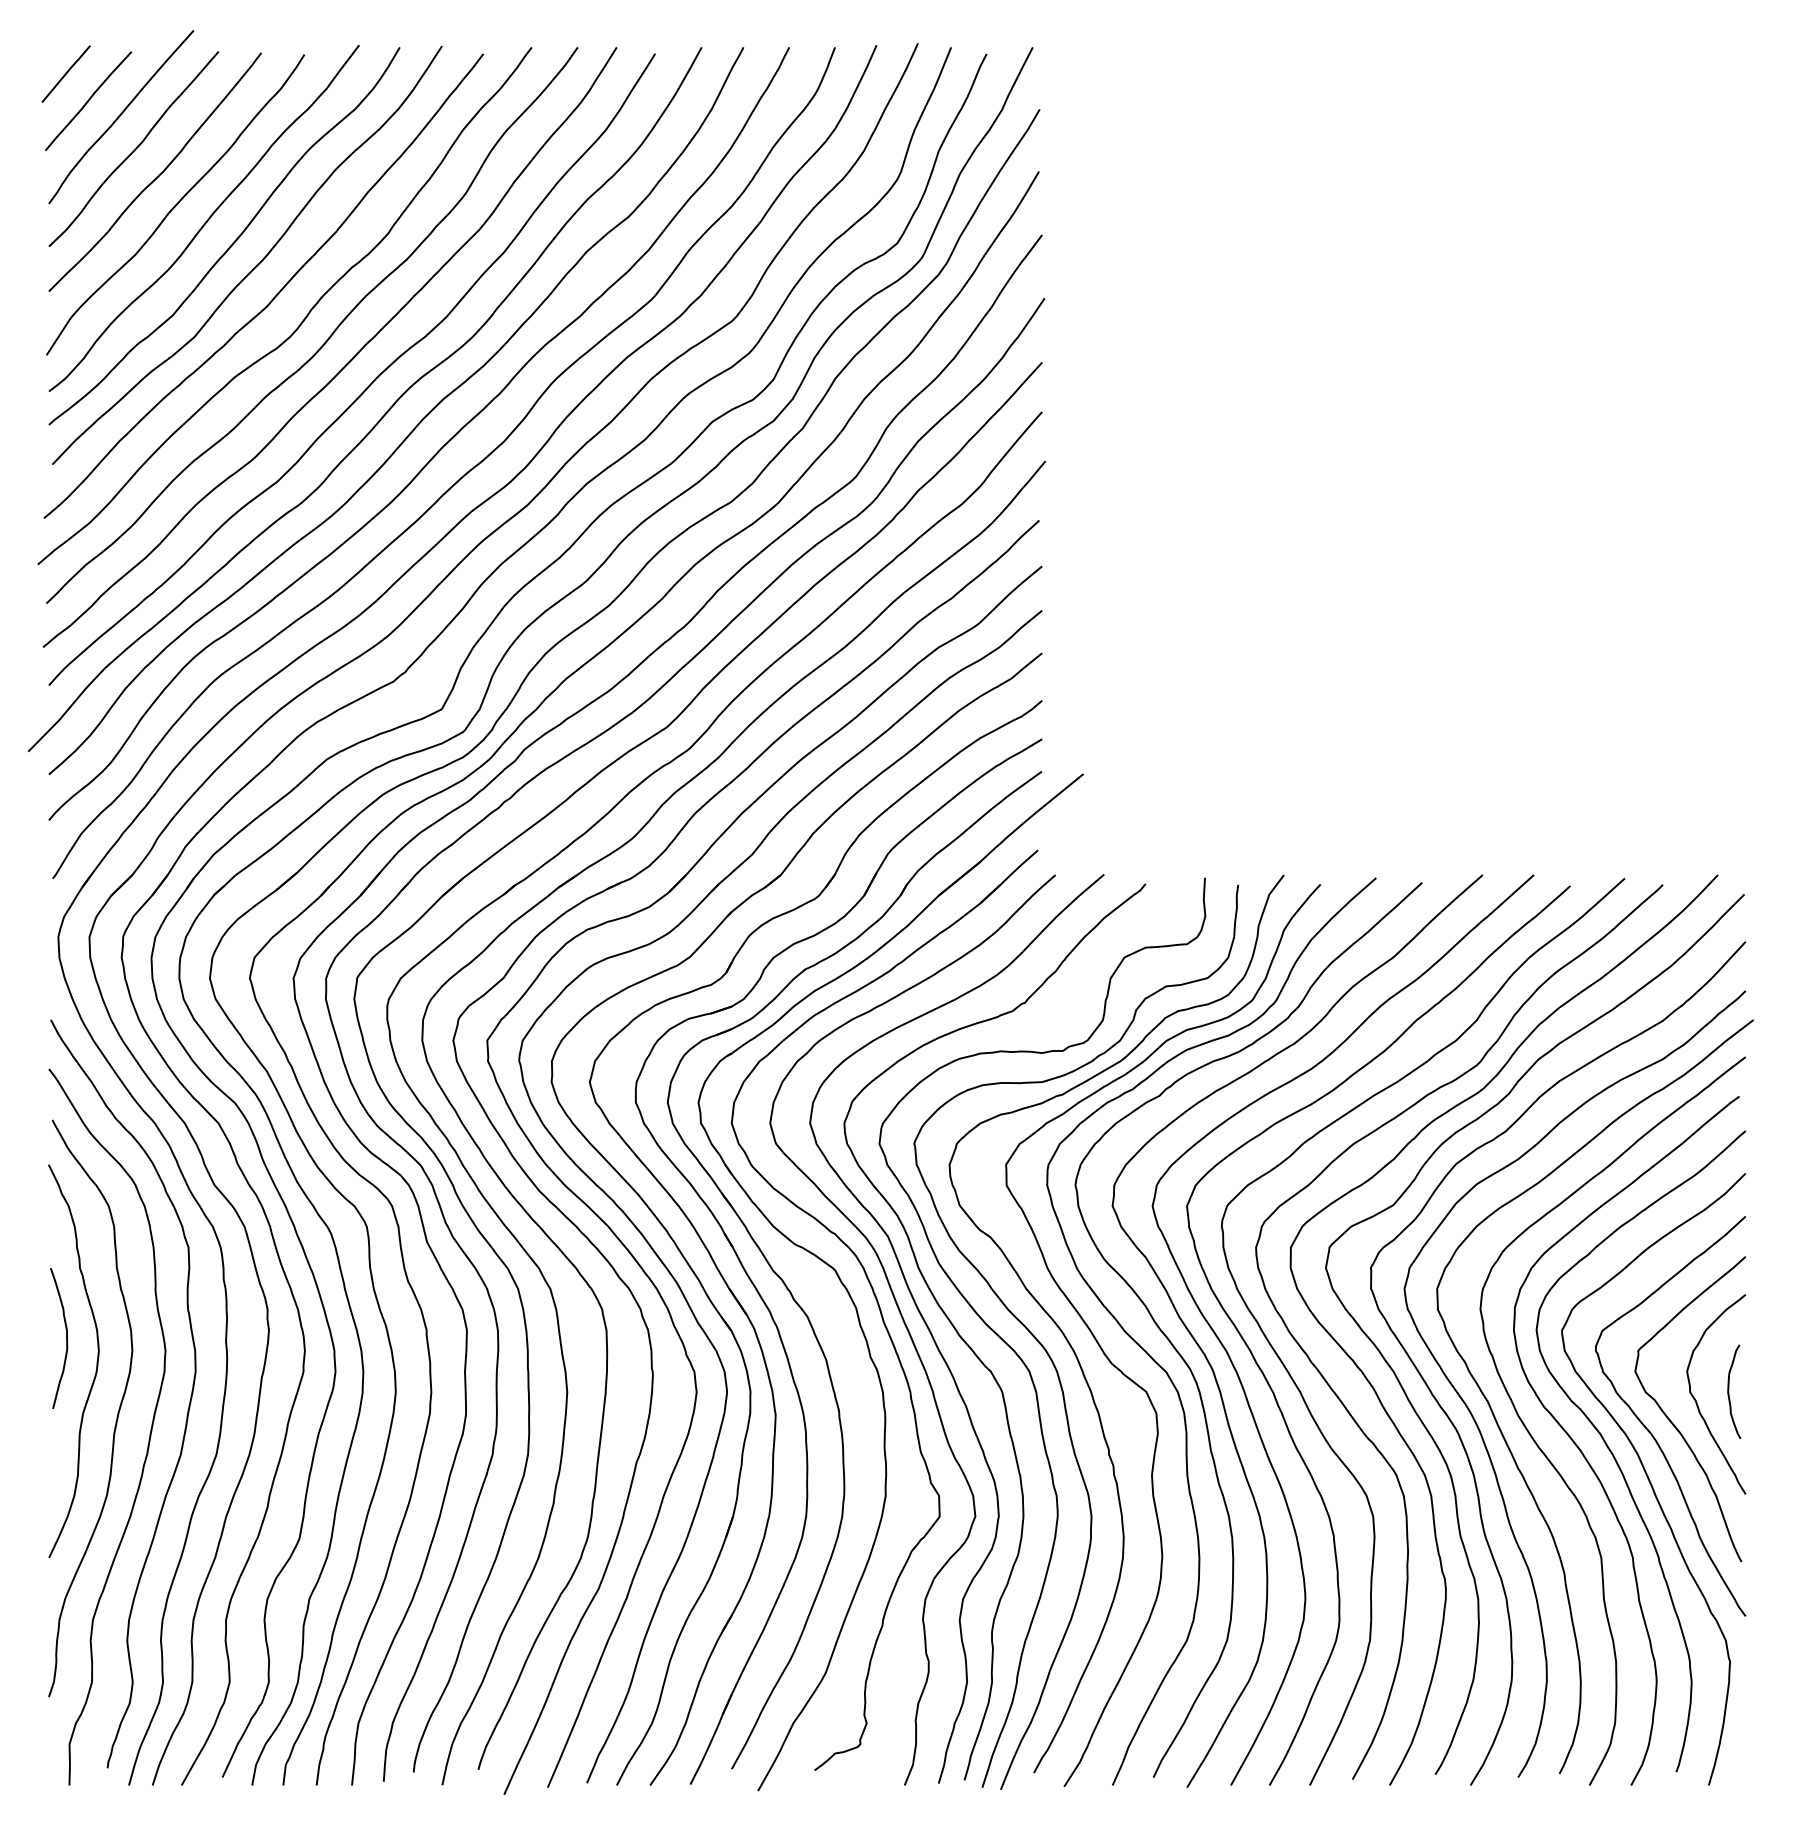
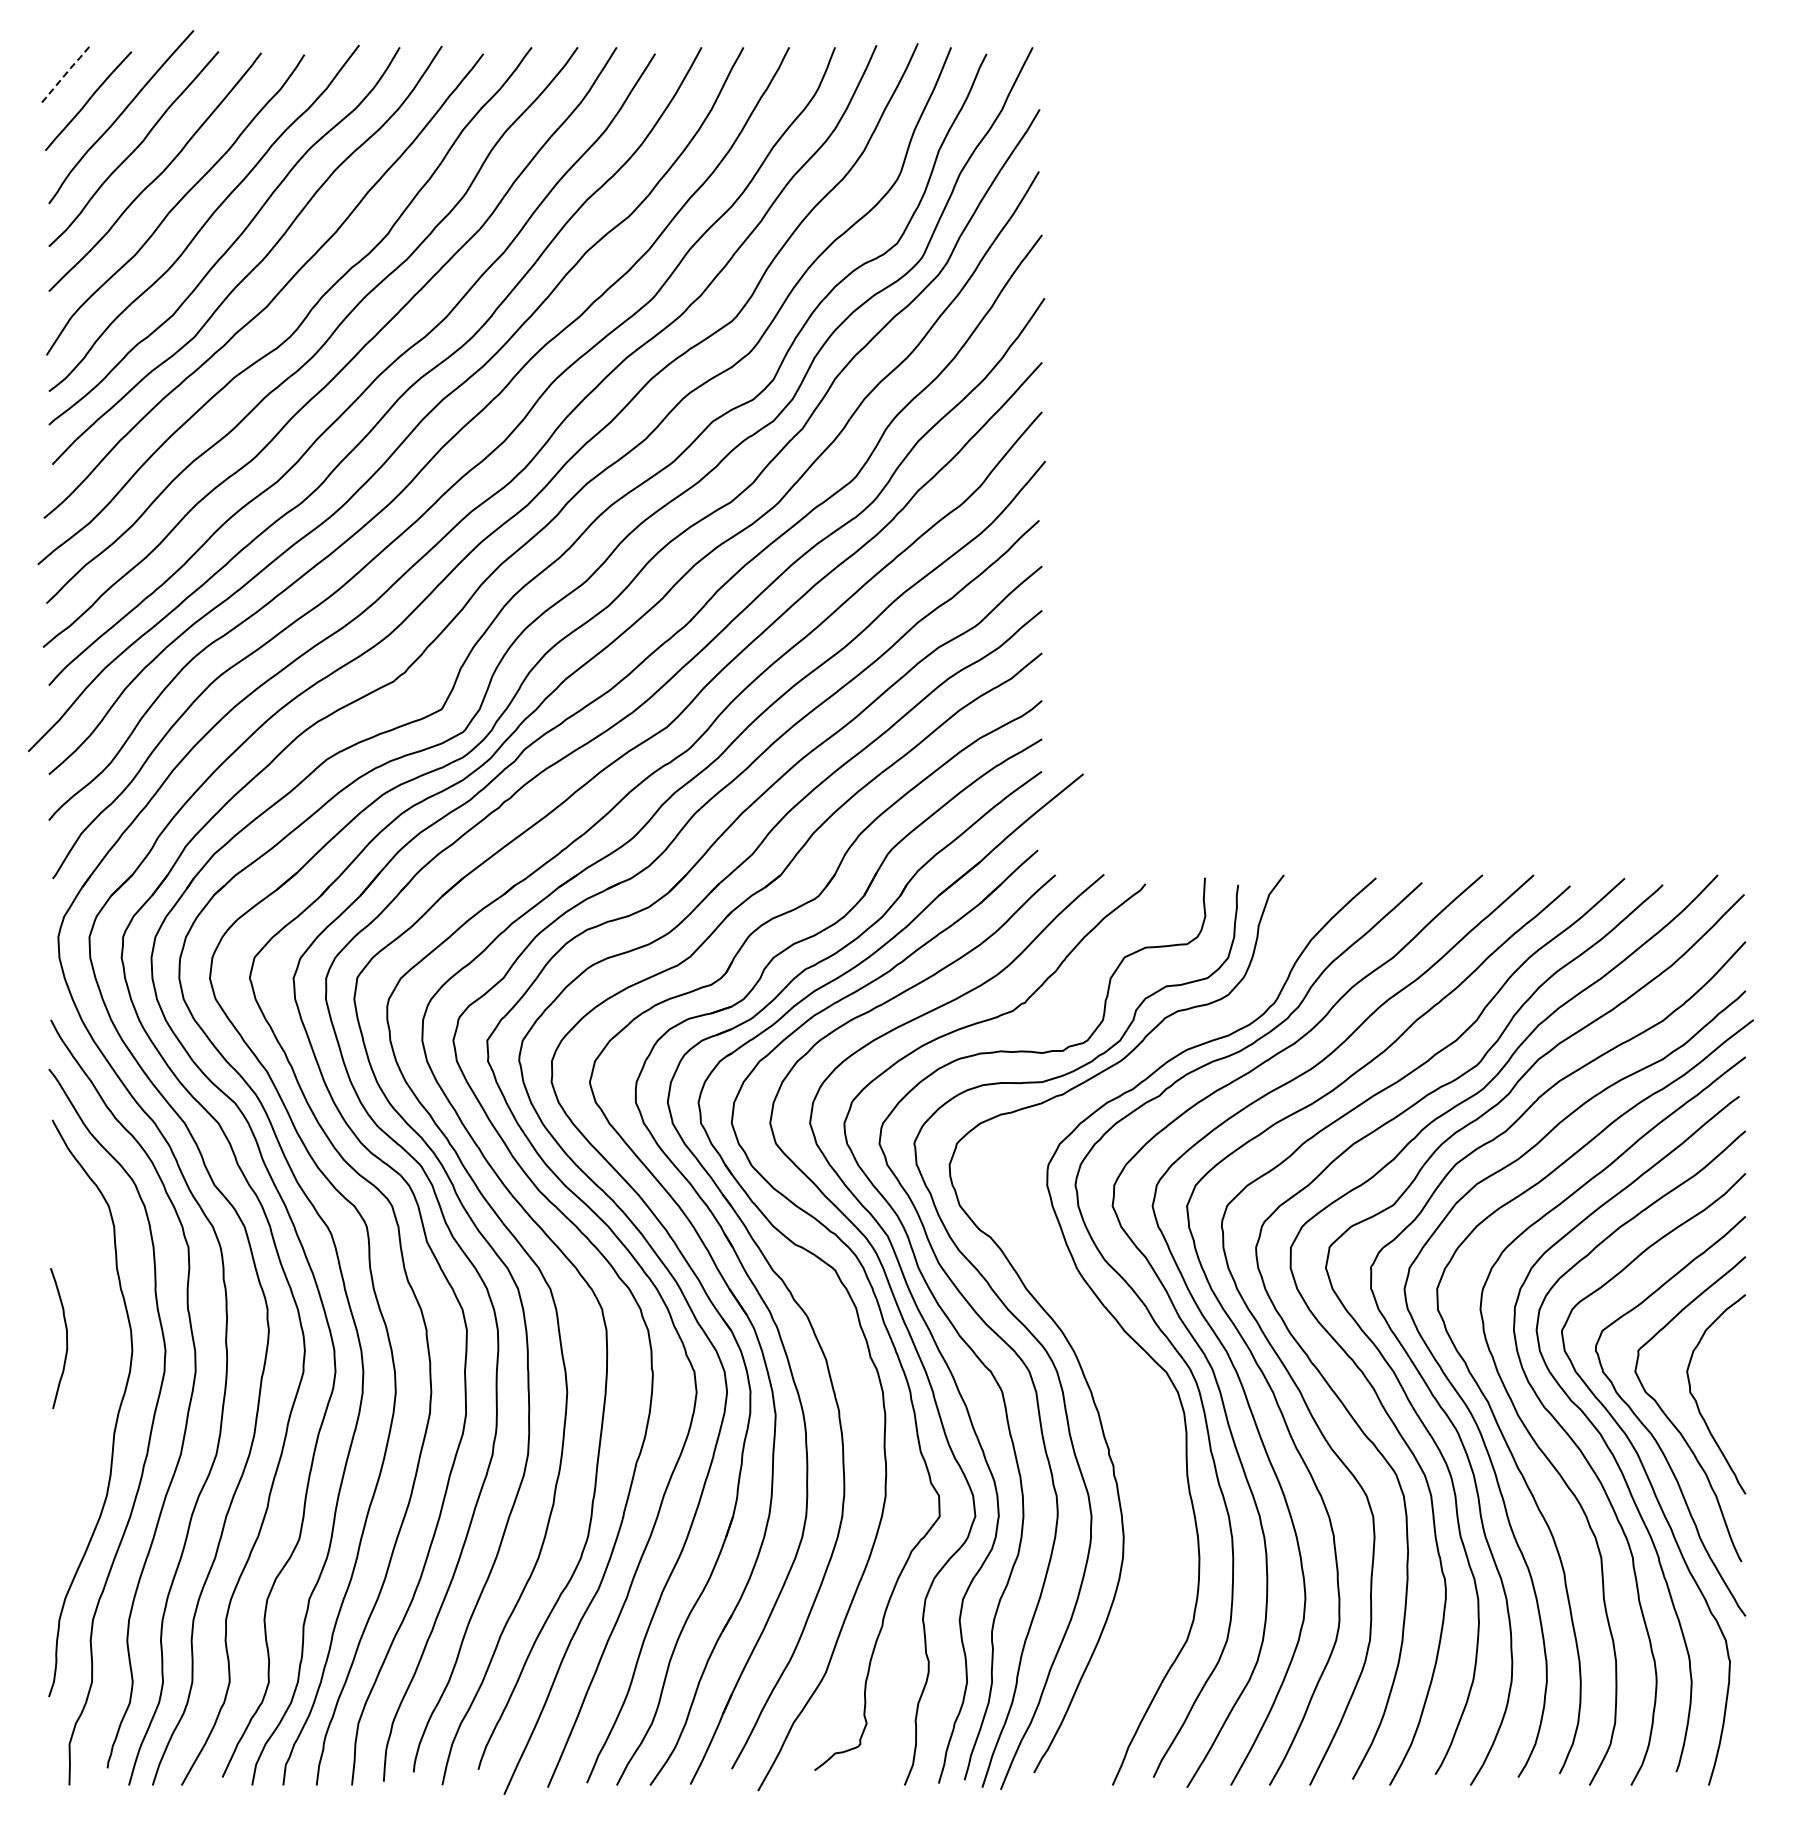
line at (66, 72): solid -> dashed
curve at (96, 1361): present -> none
curve at (1132, 1379): present -> none
curve at (1729, 1391): present -> none
